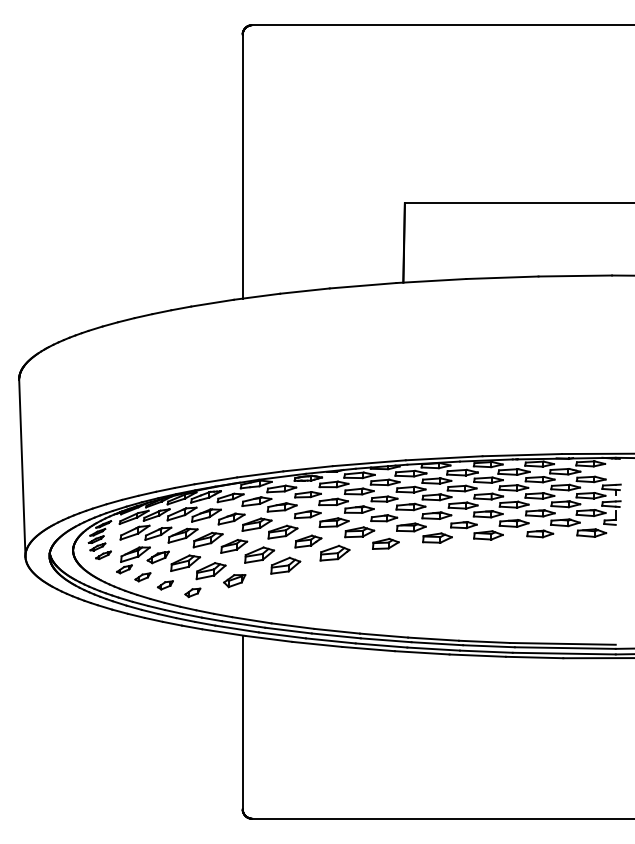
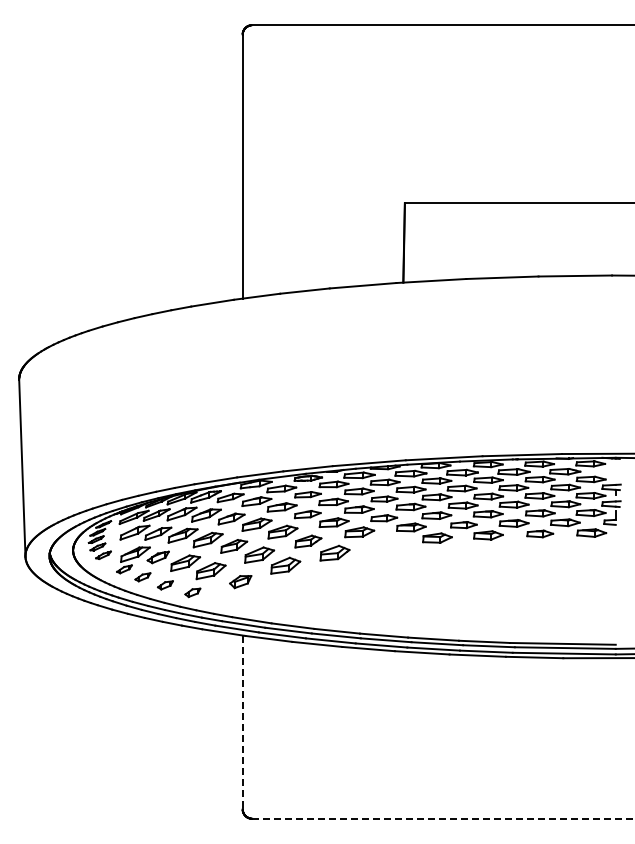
part at (385, 543): present -> none
part at (234, 581) position: (234, 581) -> (240, 582)
line at (242, 722): solid -> dashed
line at (443, 818): solid -> dashed
